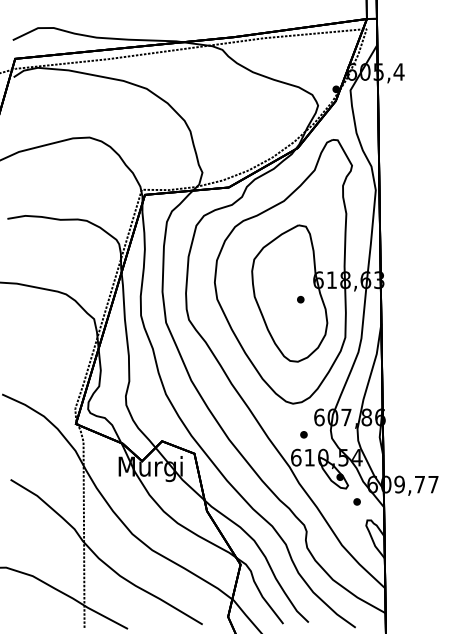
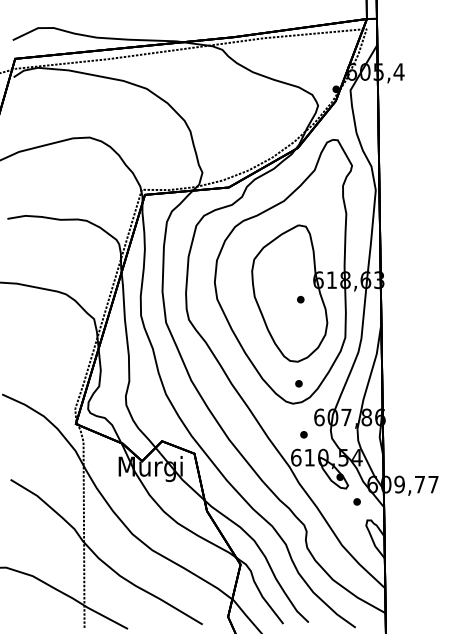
part at (298, 383): none -> present
